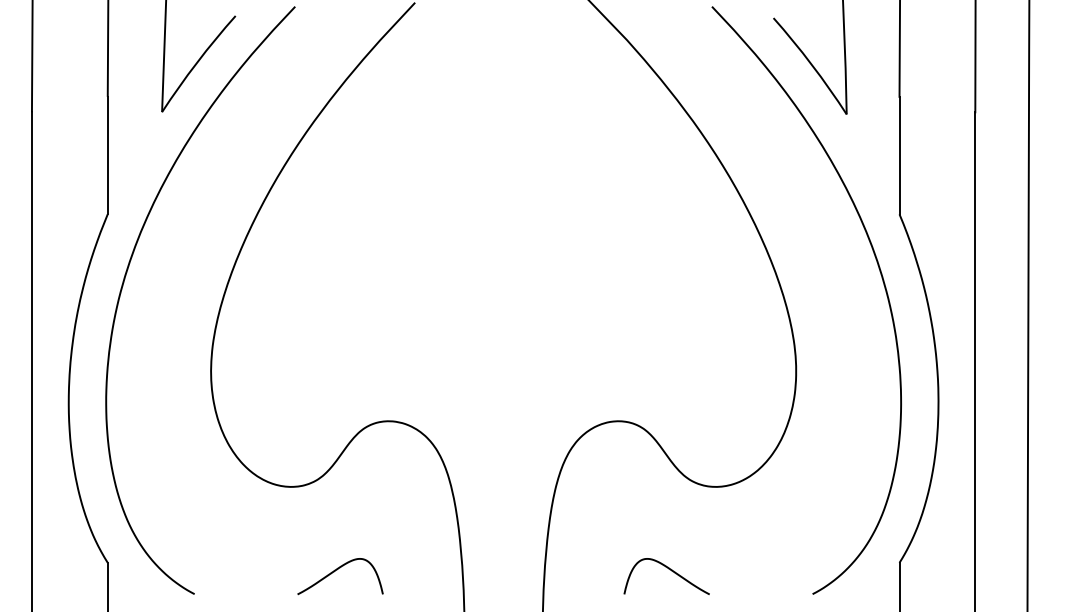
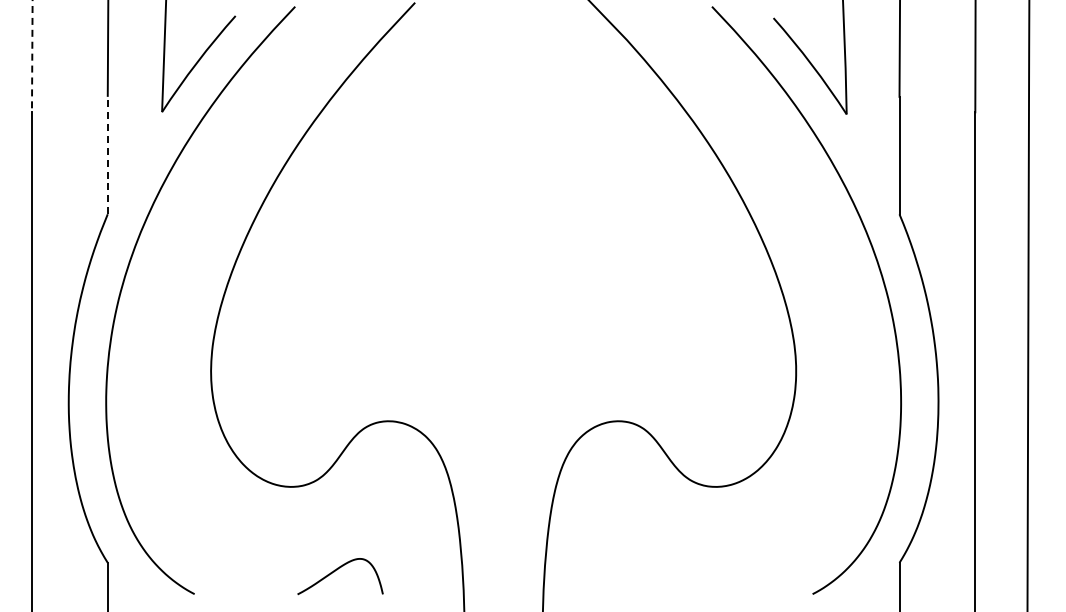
line at (32, 56): solid -> dashed
line at (107, 155): solid -> dashed
curve at (671, 571): present -> none
